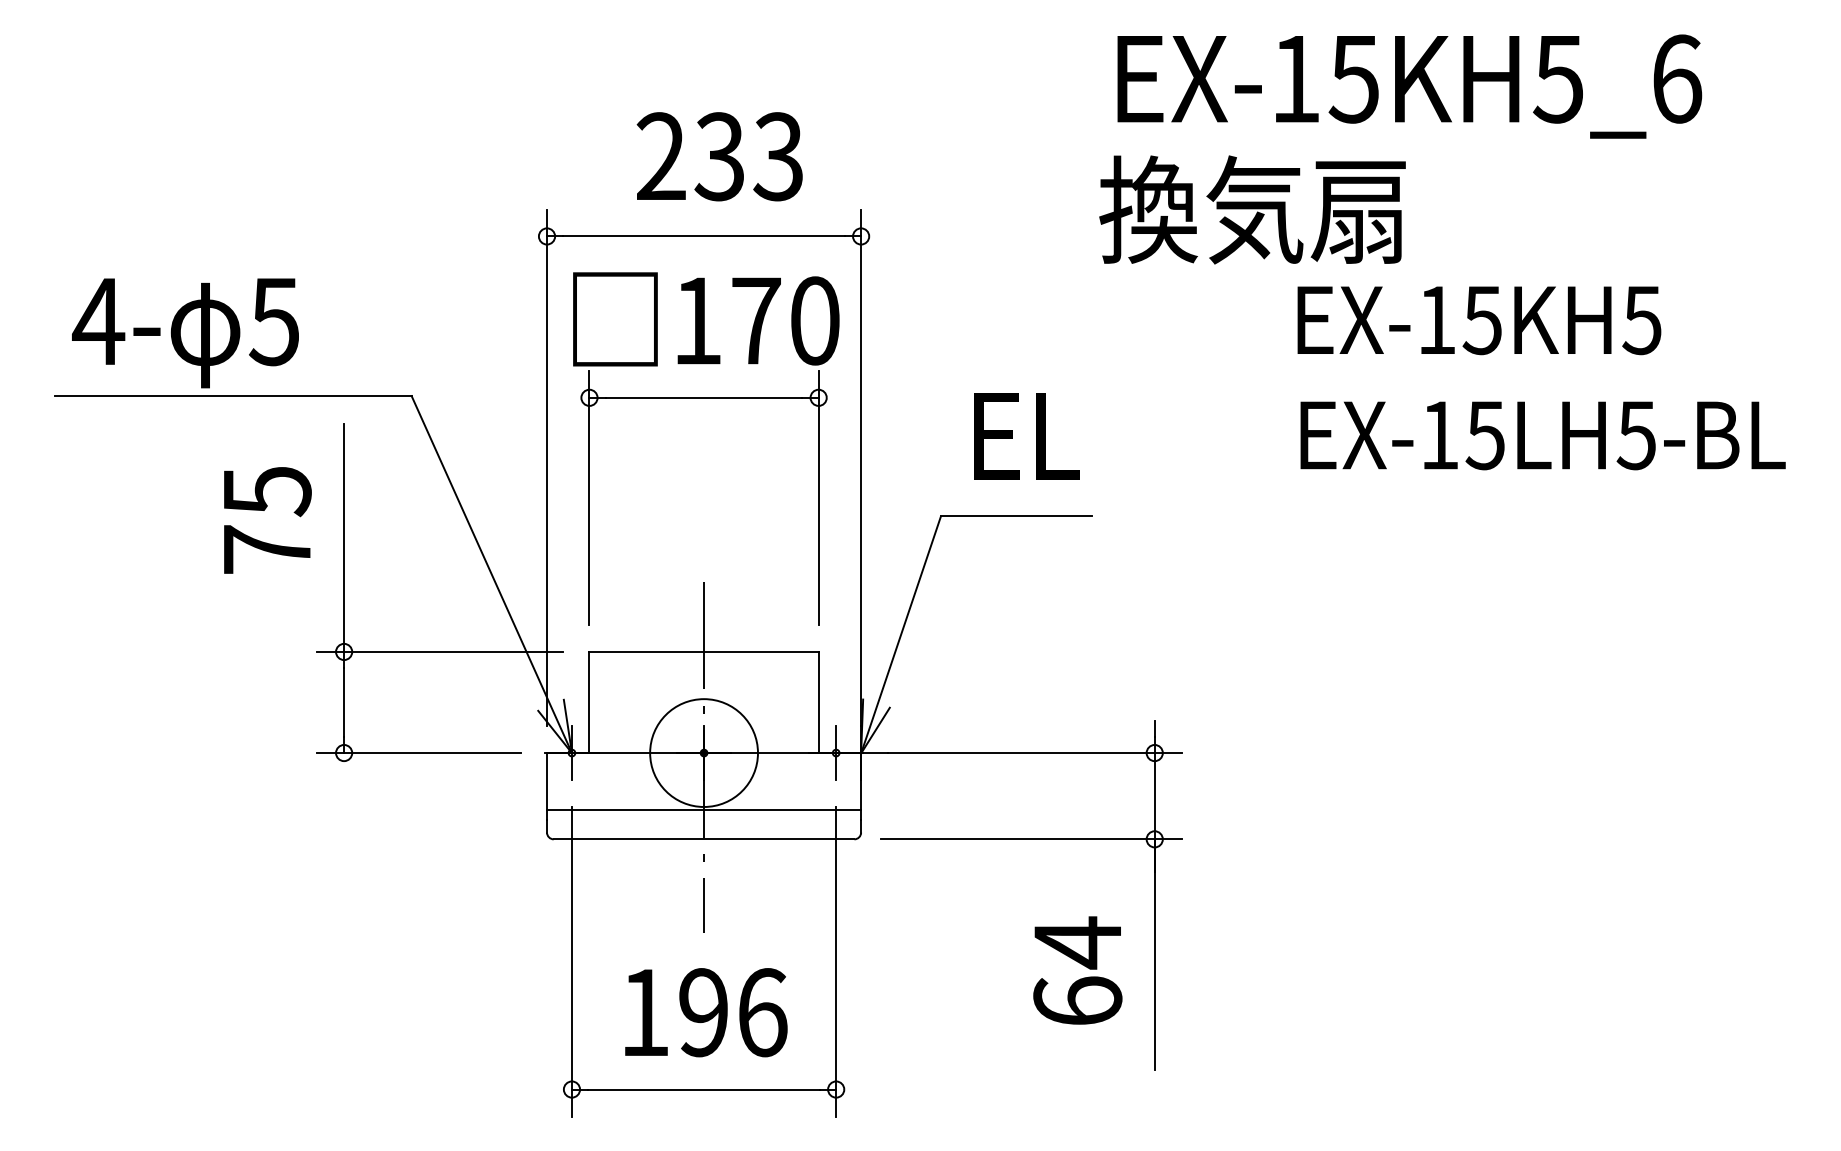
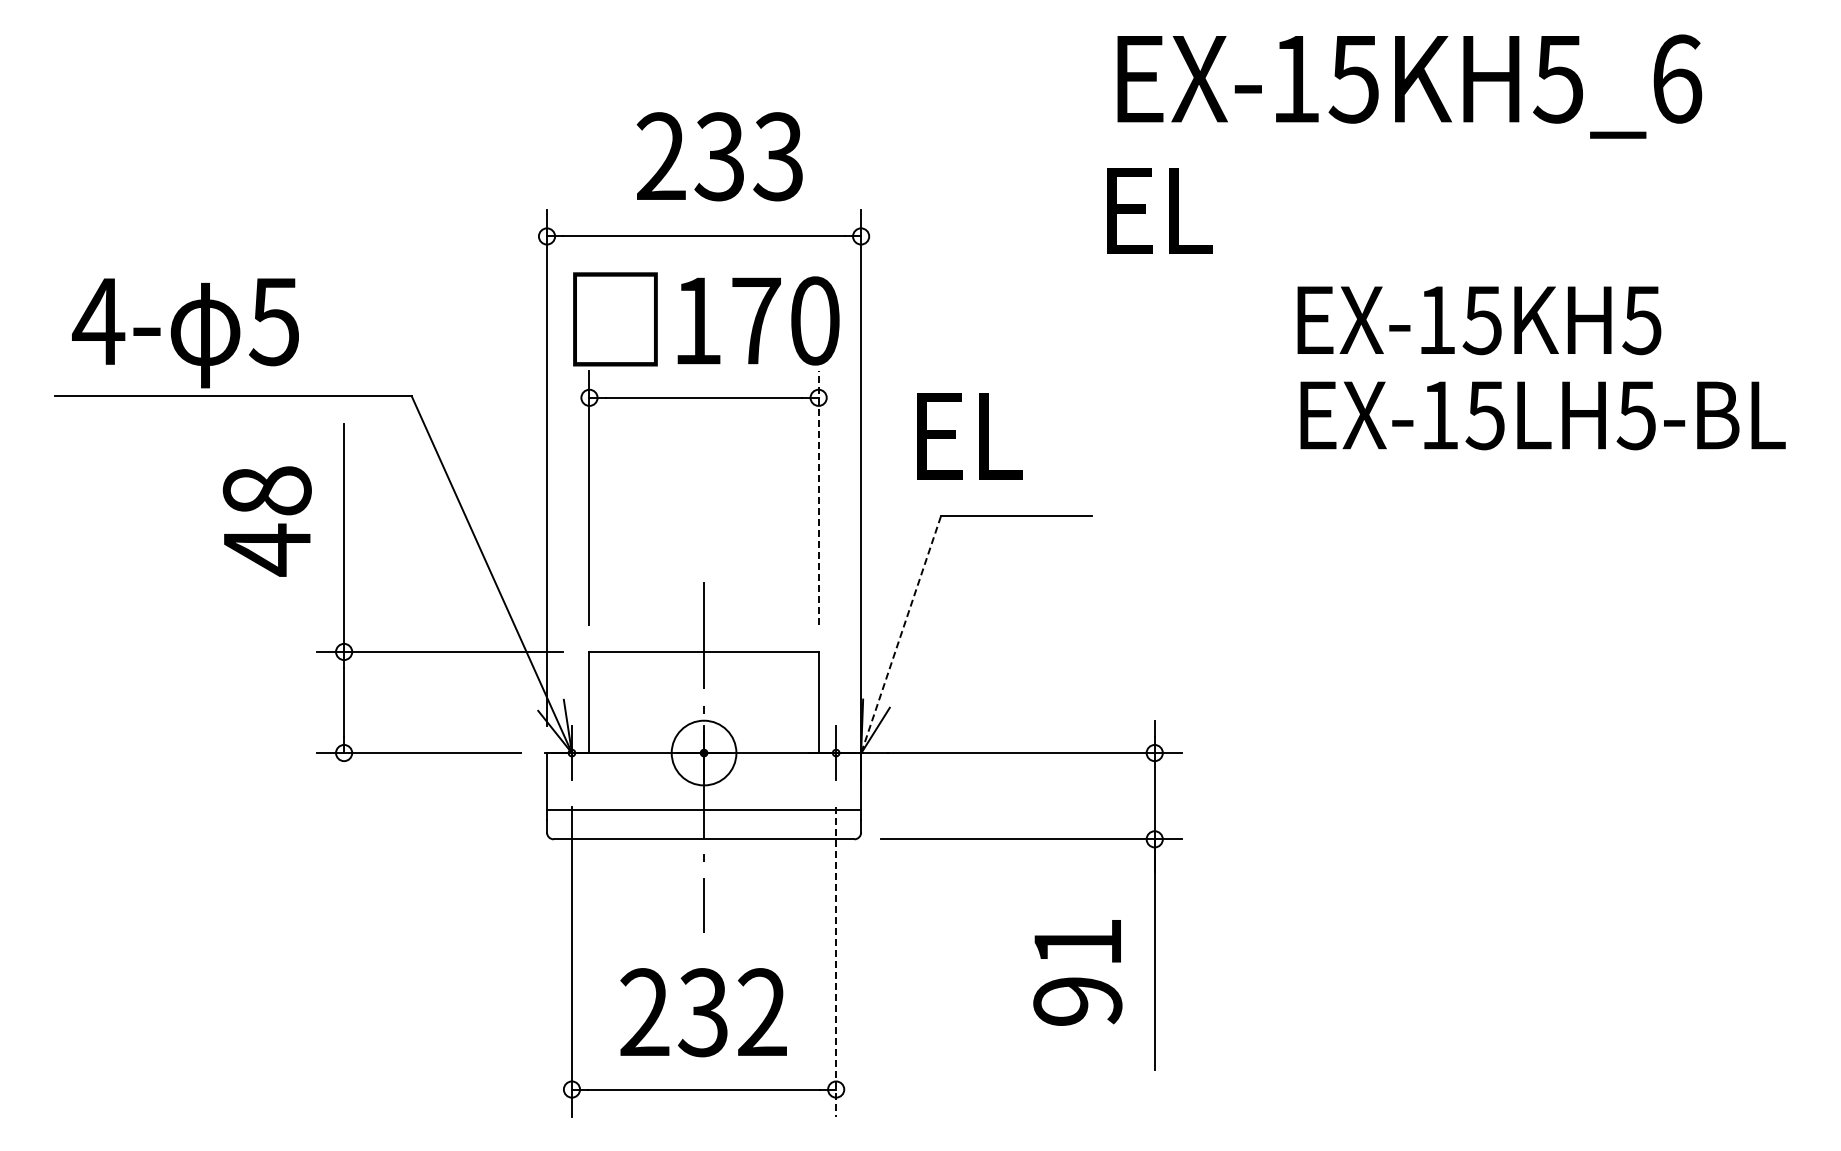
text at (1252, 209): 換気扇 -> EL
text at (1542, 435) position: (1542, 435) -> (1542, 415)
text at (1026, 436) position: (1026, 436) -> (969, 436)
line at (818, 497): solid -> dashed
text at (266, 521): 75 -> 48
line at (900, 635): solid -> dashed
circle at (704, 752) diameter: 108 px -> 65 px
line at (836, 961): solid -> dashed
text at (1077, 970): 64 -> 91
text at (703, 1012): 196 -> 232
